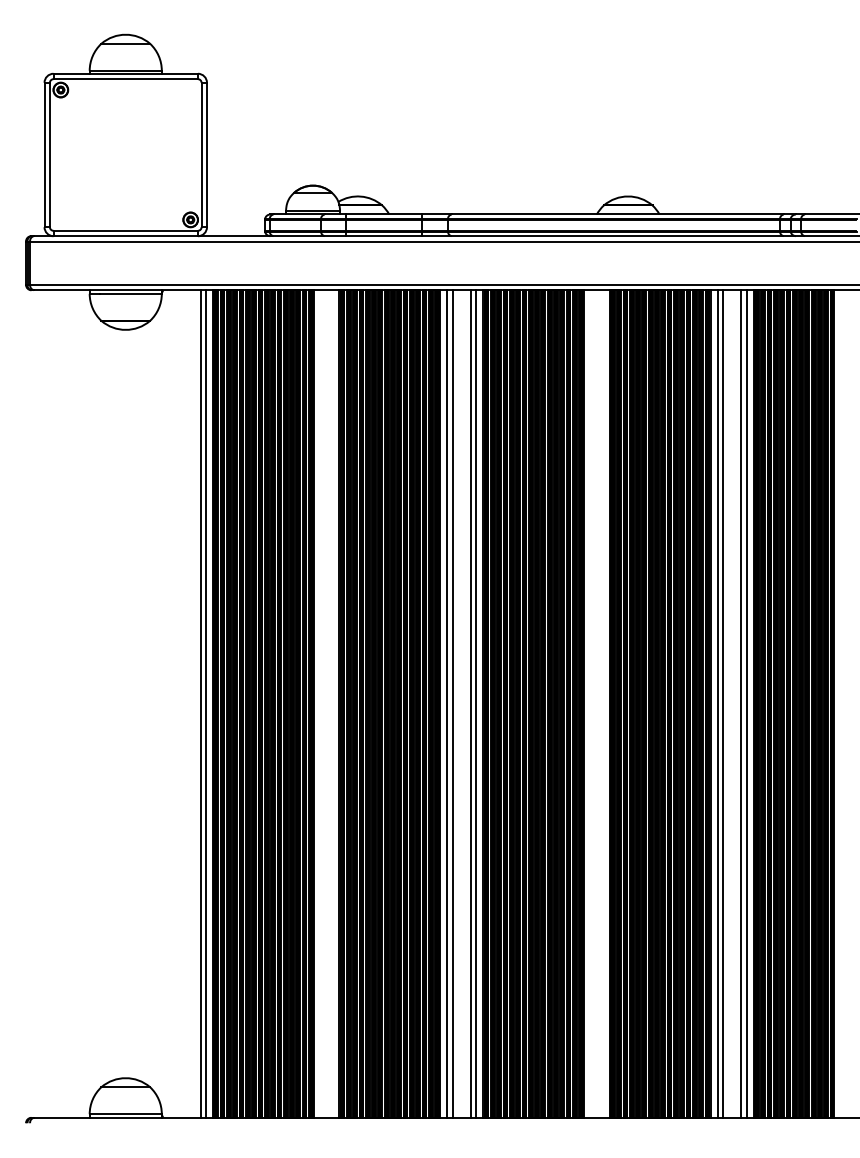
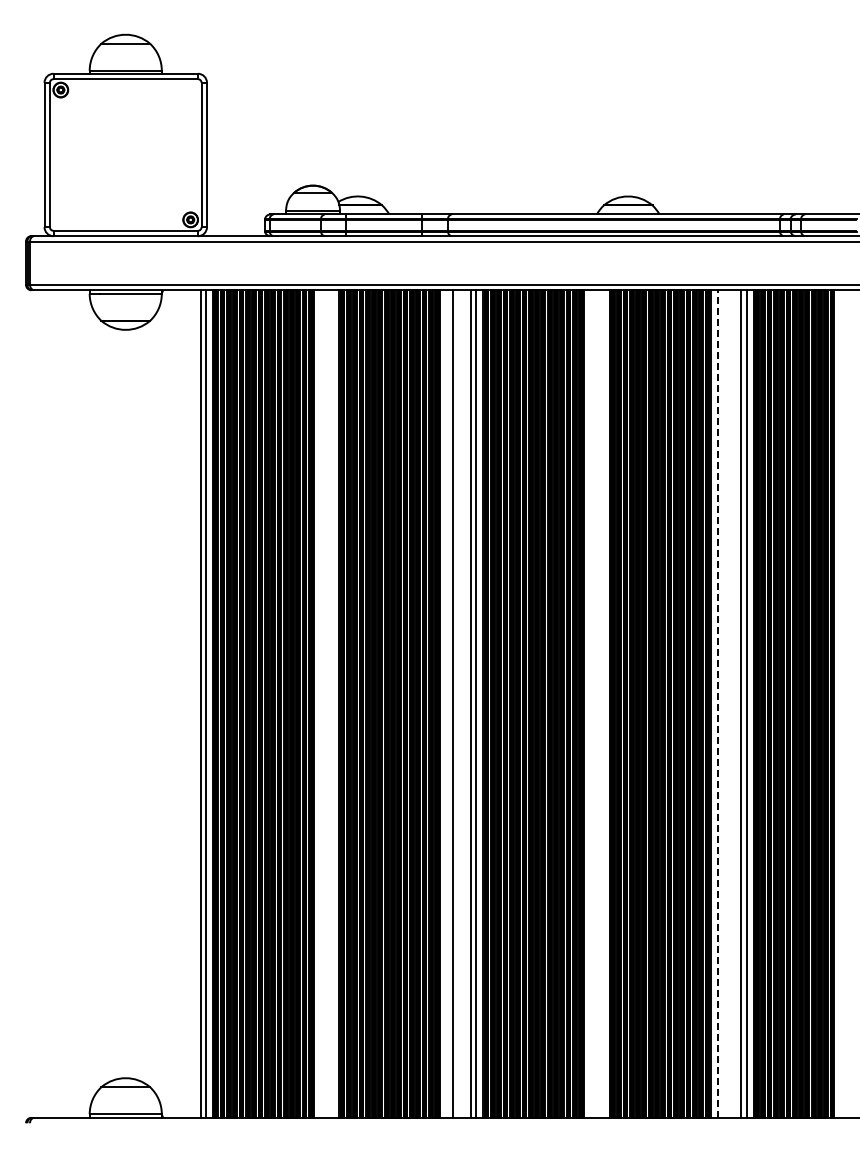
line at (447, 703): present -> none
line at (723, 703): present -> none
line at (717, 704): solid -> dashed
